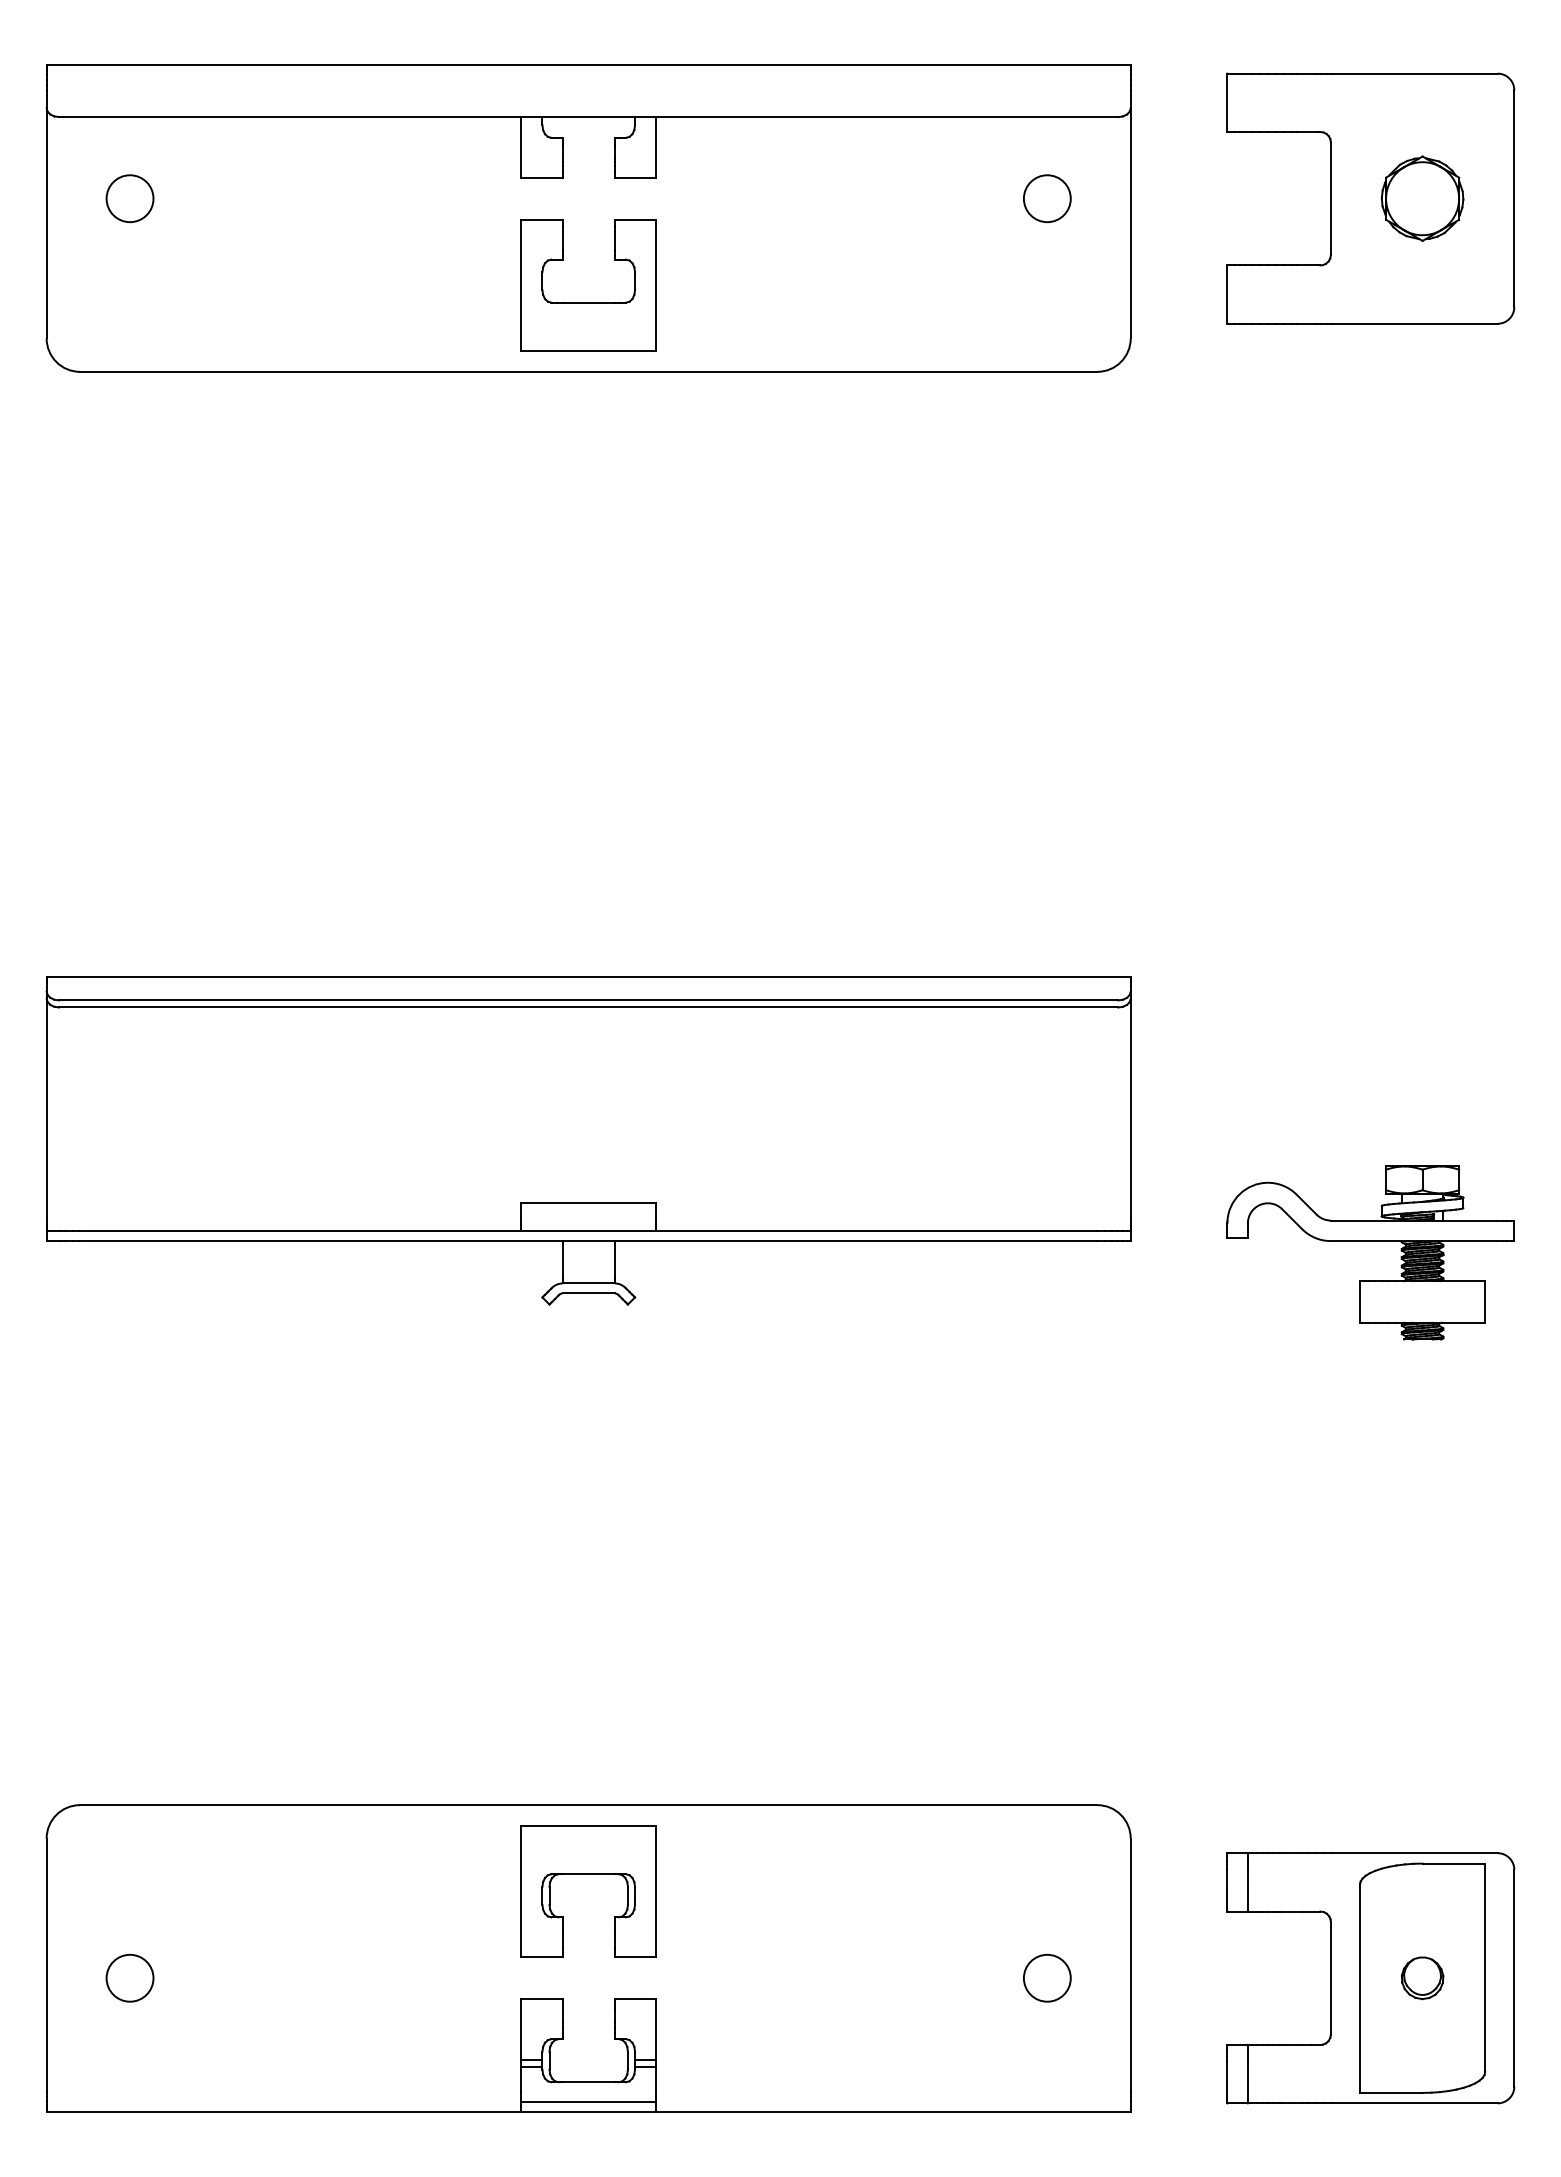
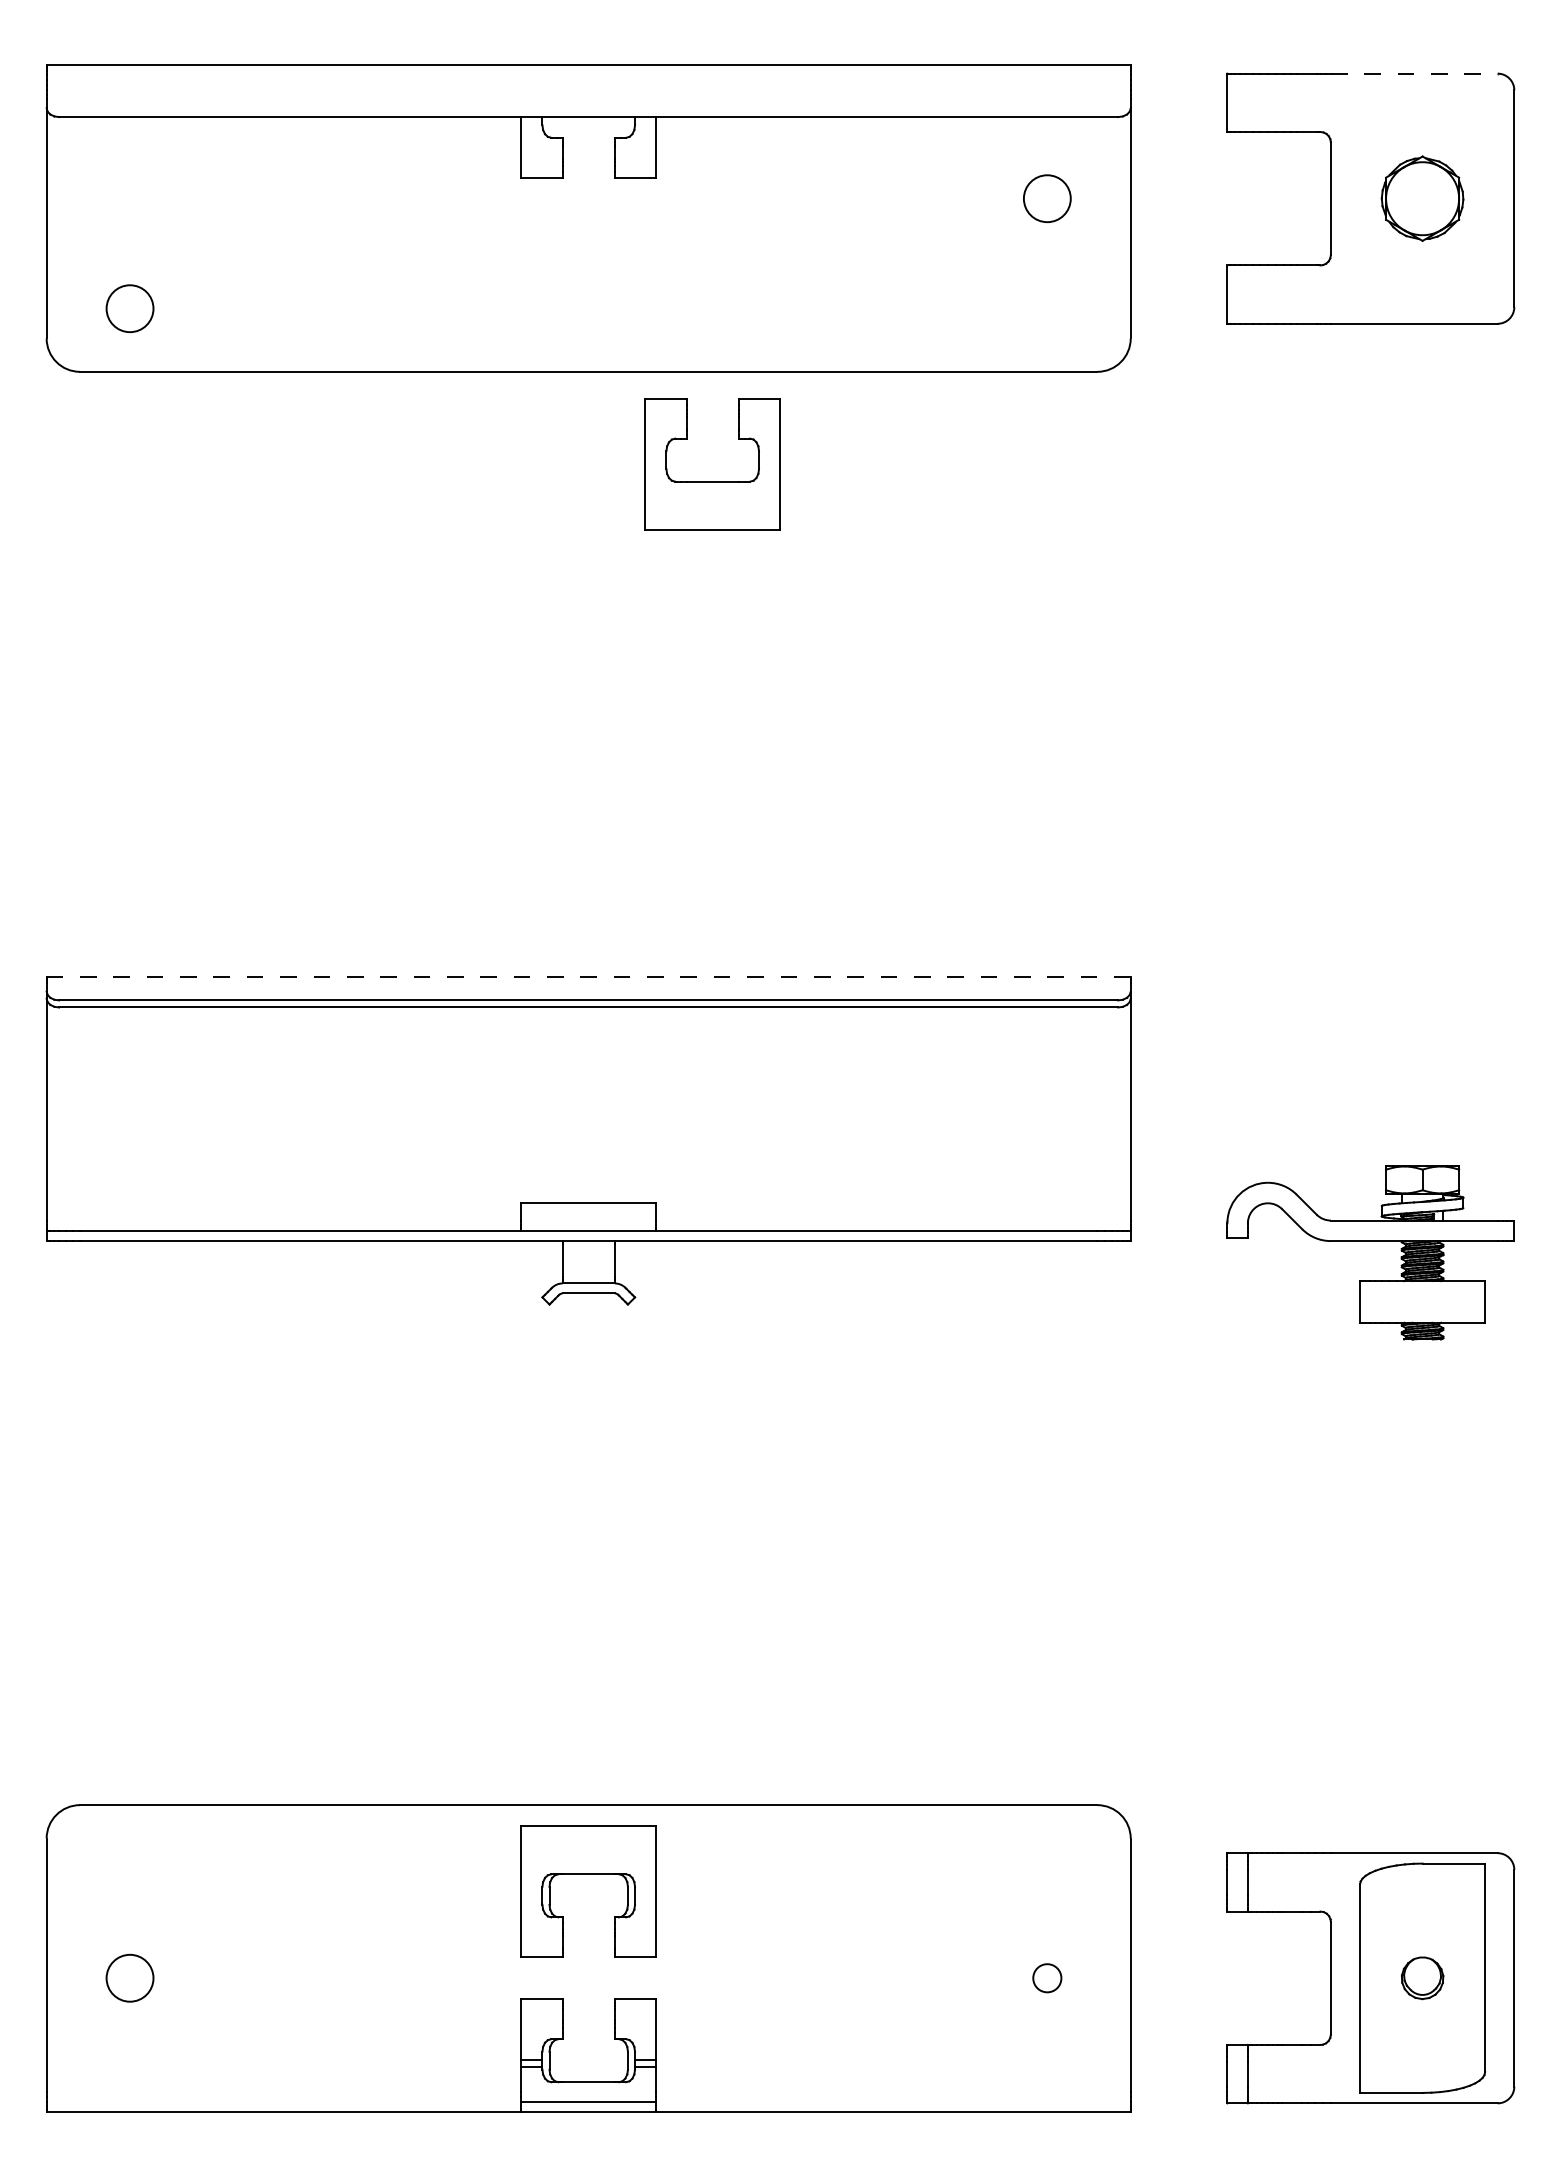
line at (1414, 73): solid -> dashed
circle at (129, 198) position: (129, 198) -> (129, 308)
part at (588, 302) position: (588, 302) -> (712, 481)
line at (588, 976): solid -> dashed
circle at (1046, 1977) diameter: 47 px -> 28 px
